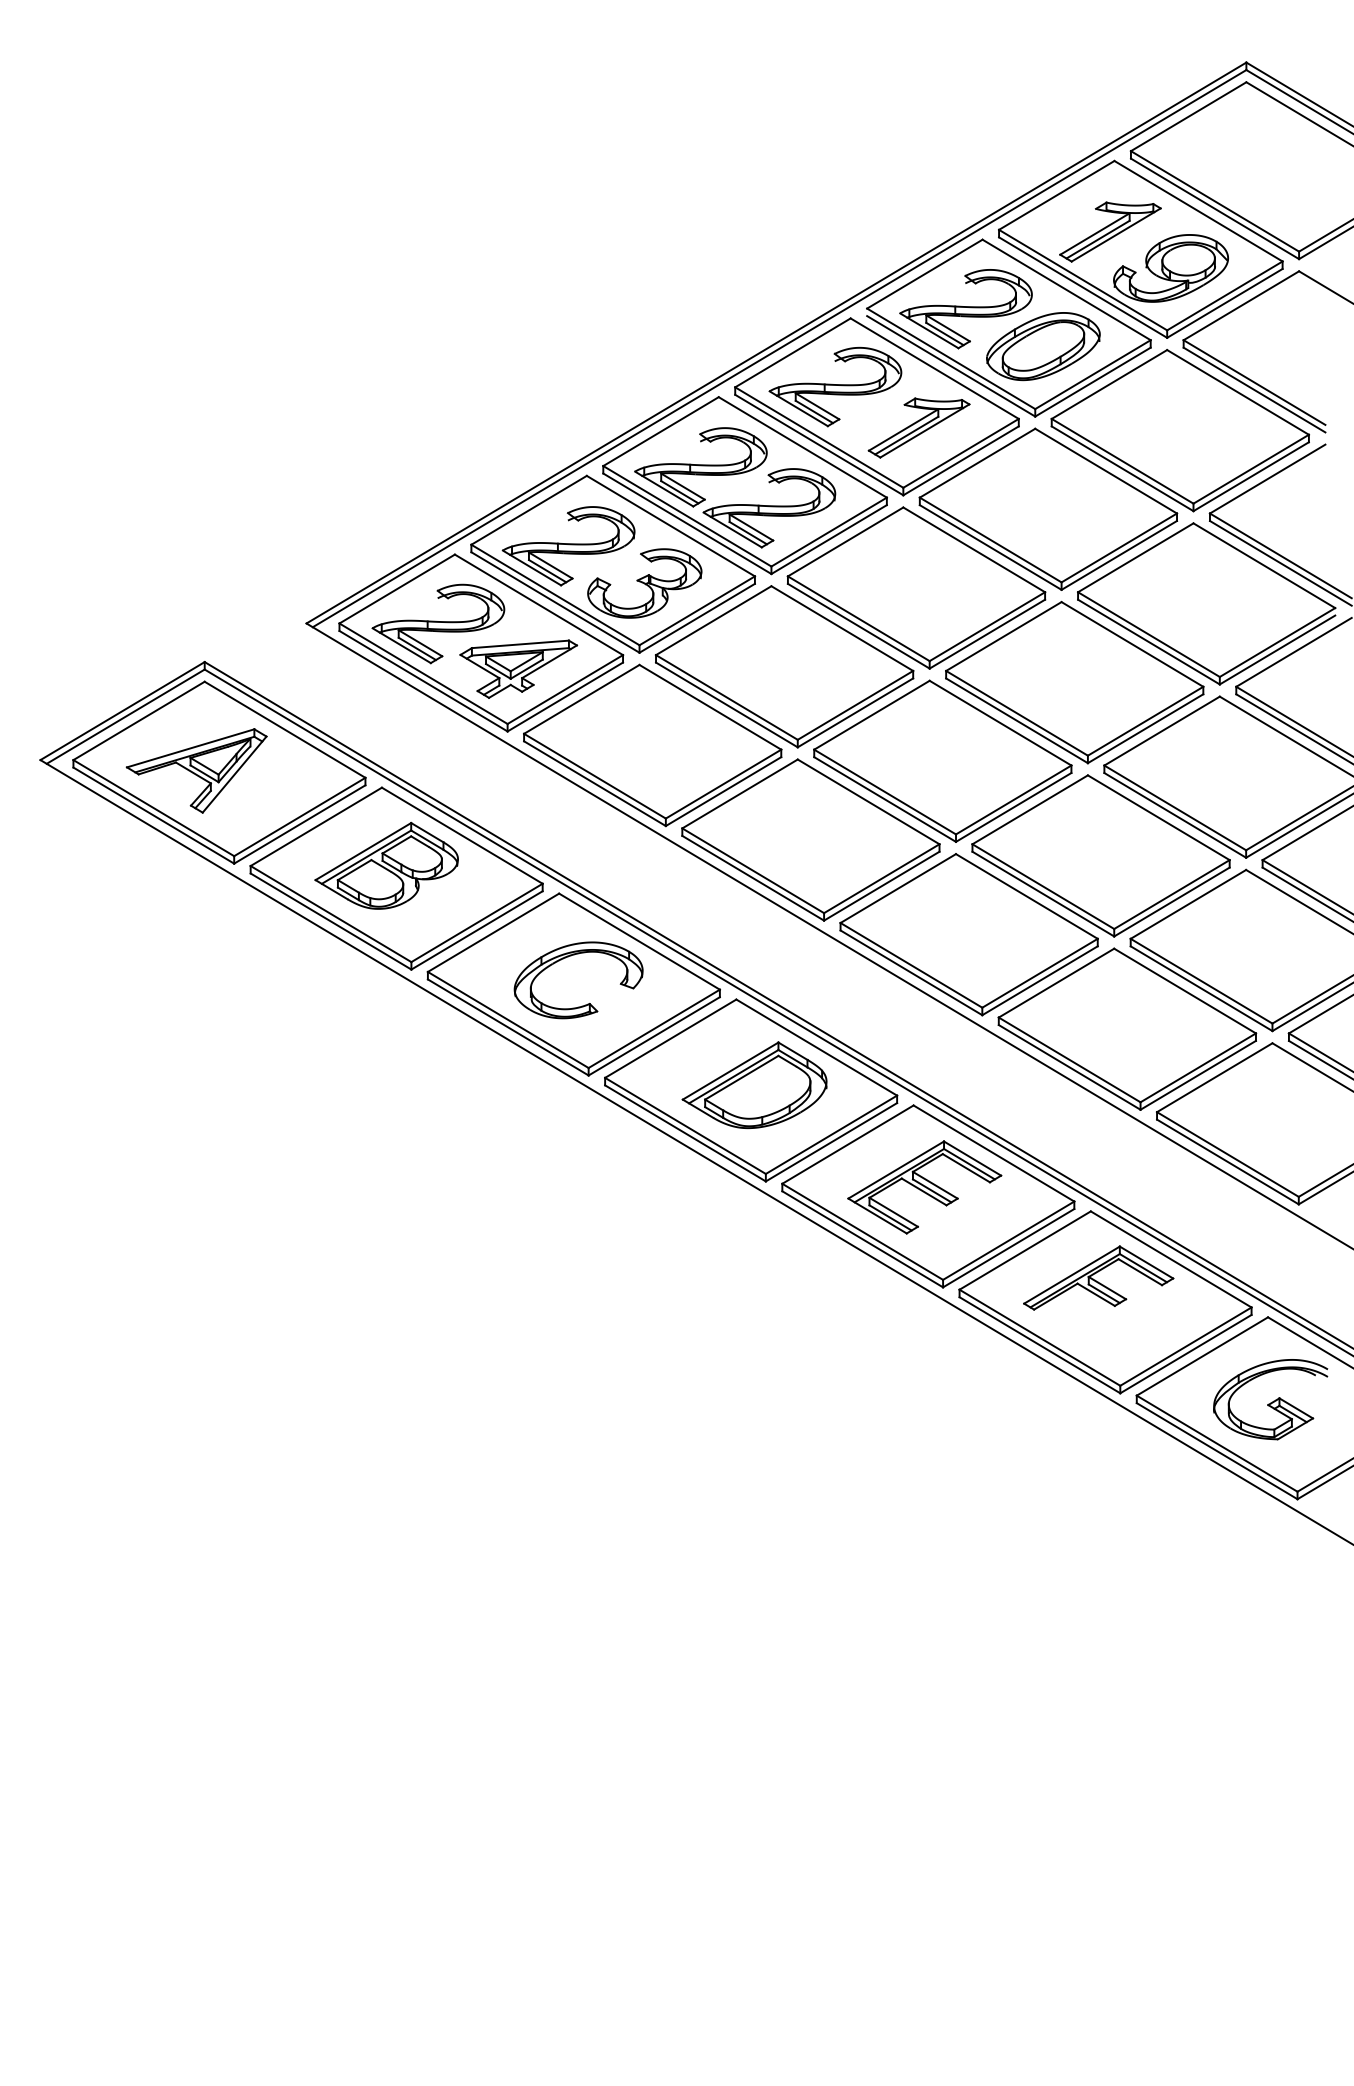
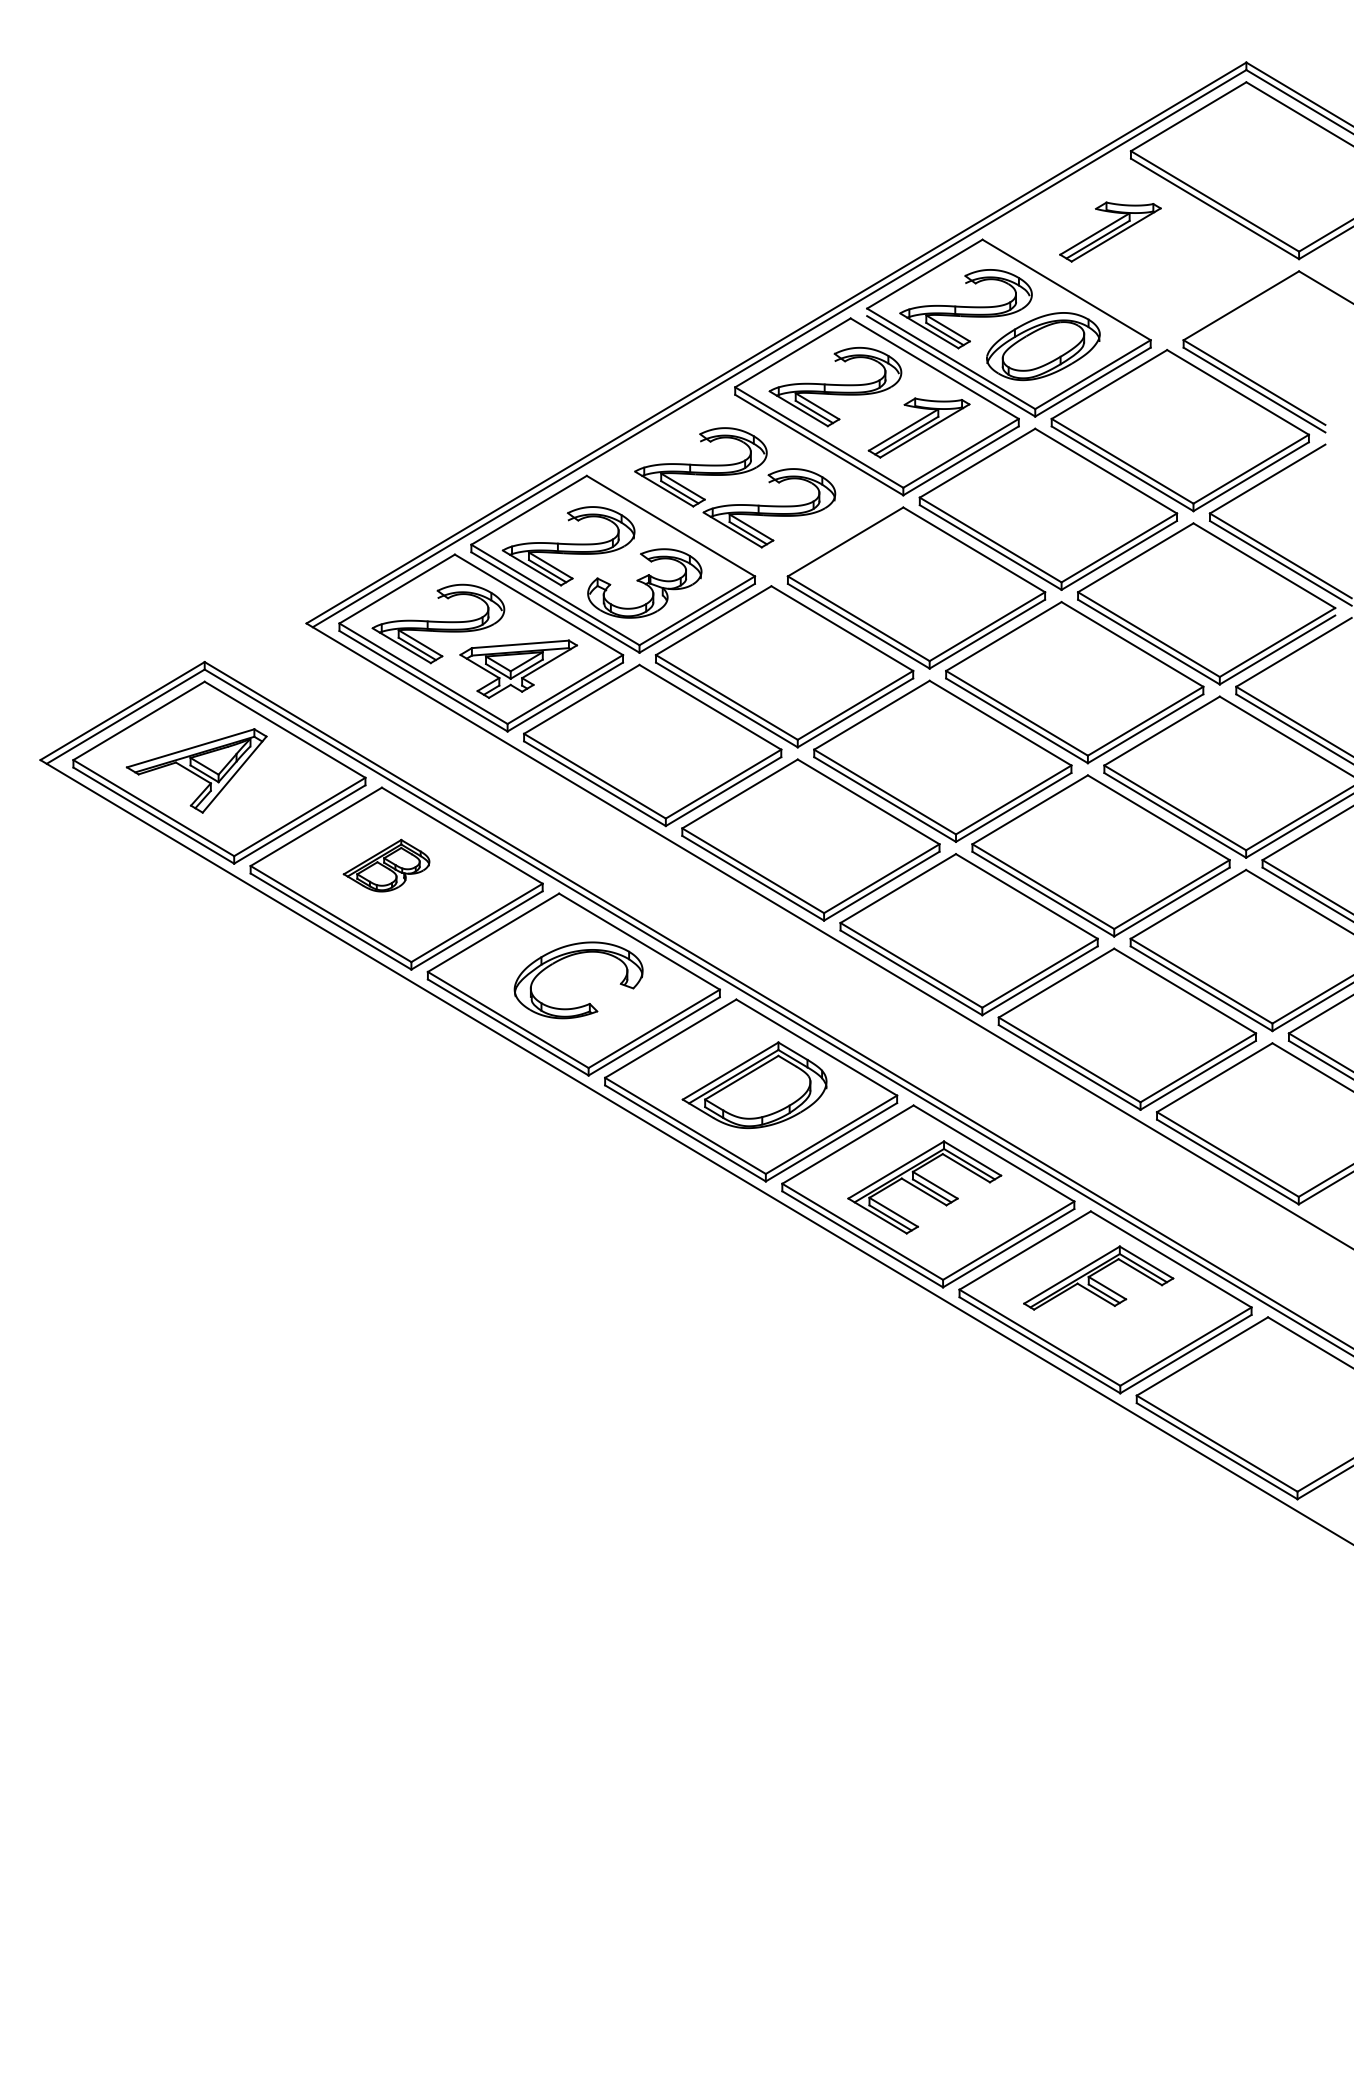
part at (1140, 248): present -> none
part at (744, 485): present -> none
part at (386, 865) size: 145x89 px -> 89x55 px
part at (1270, 1399): present -> none
